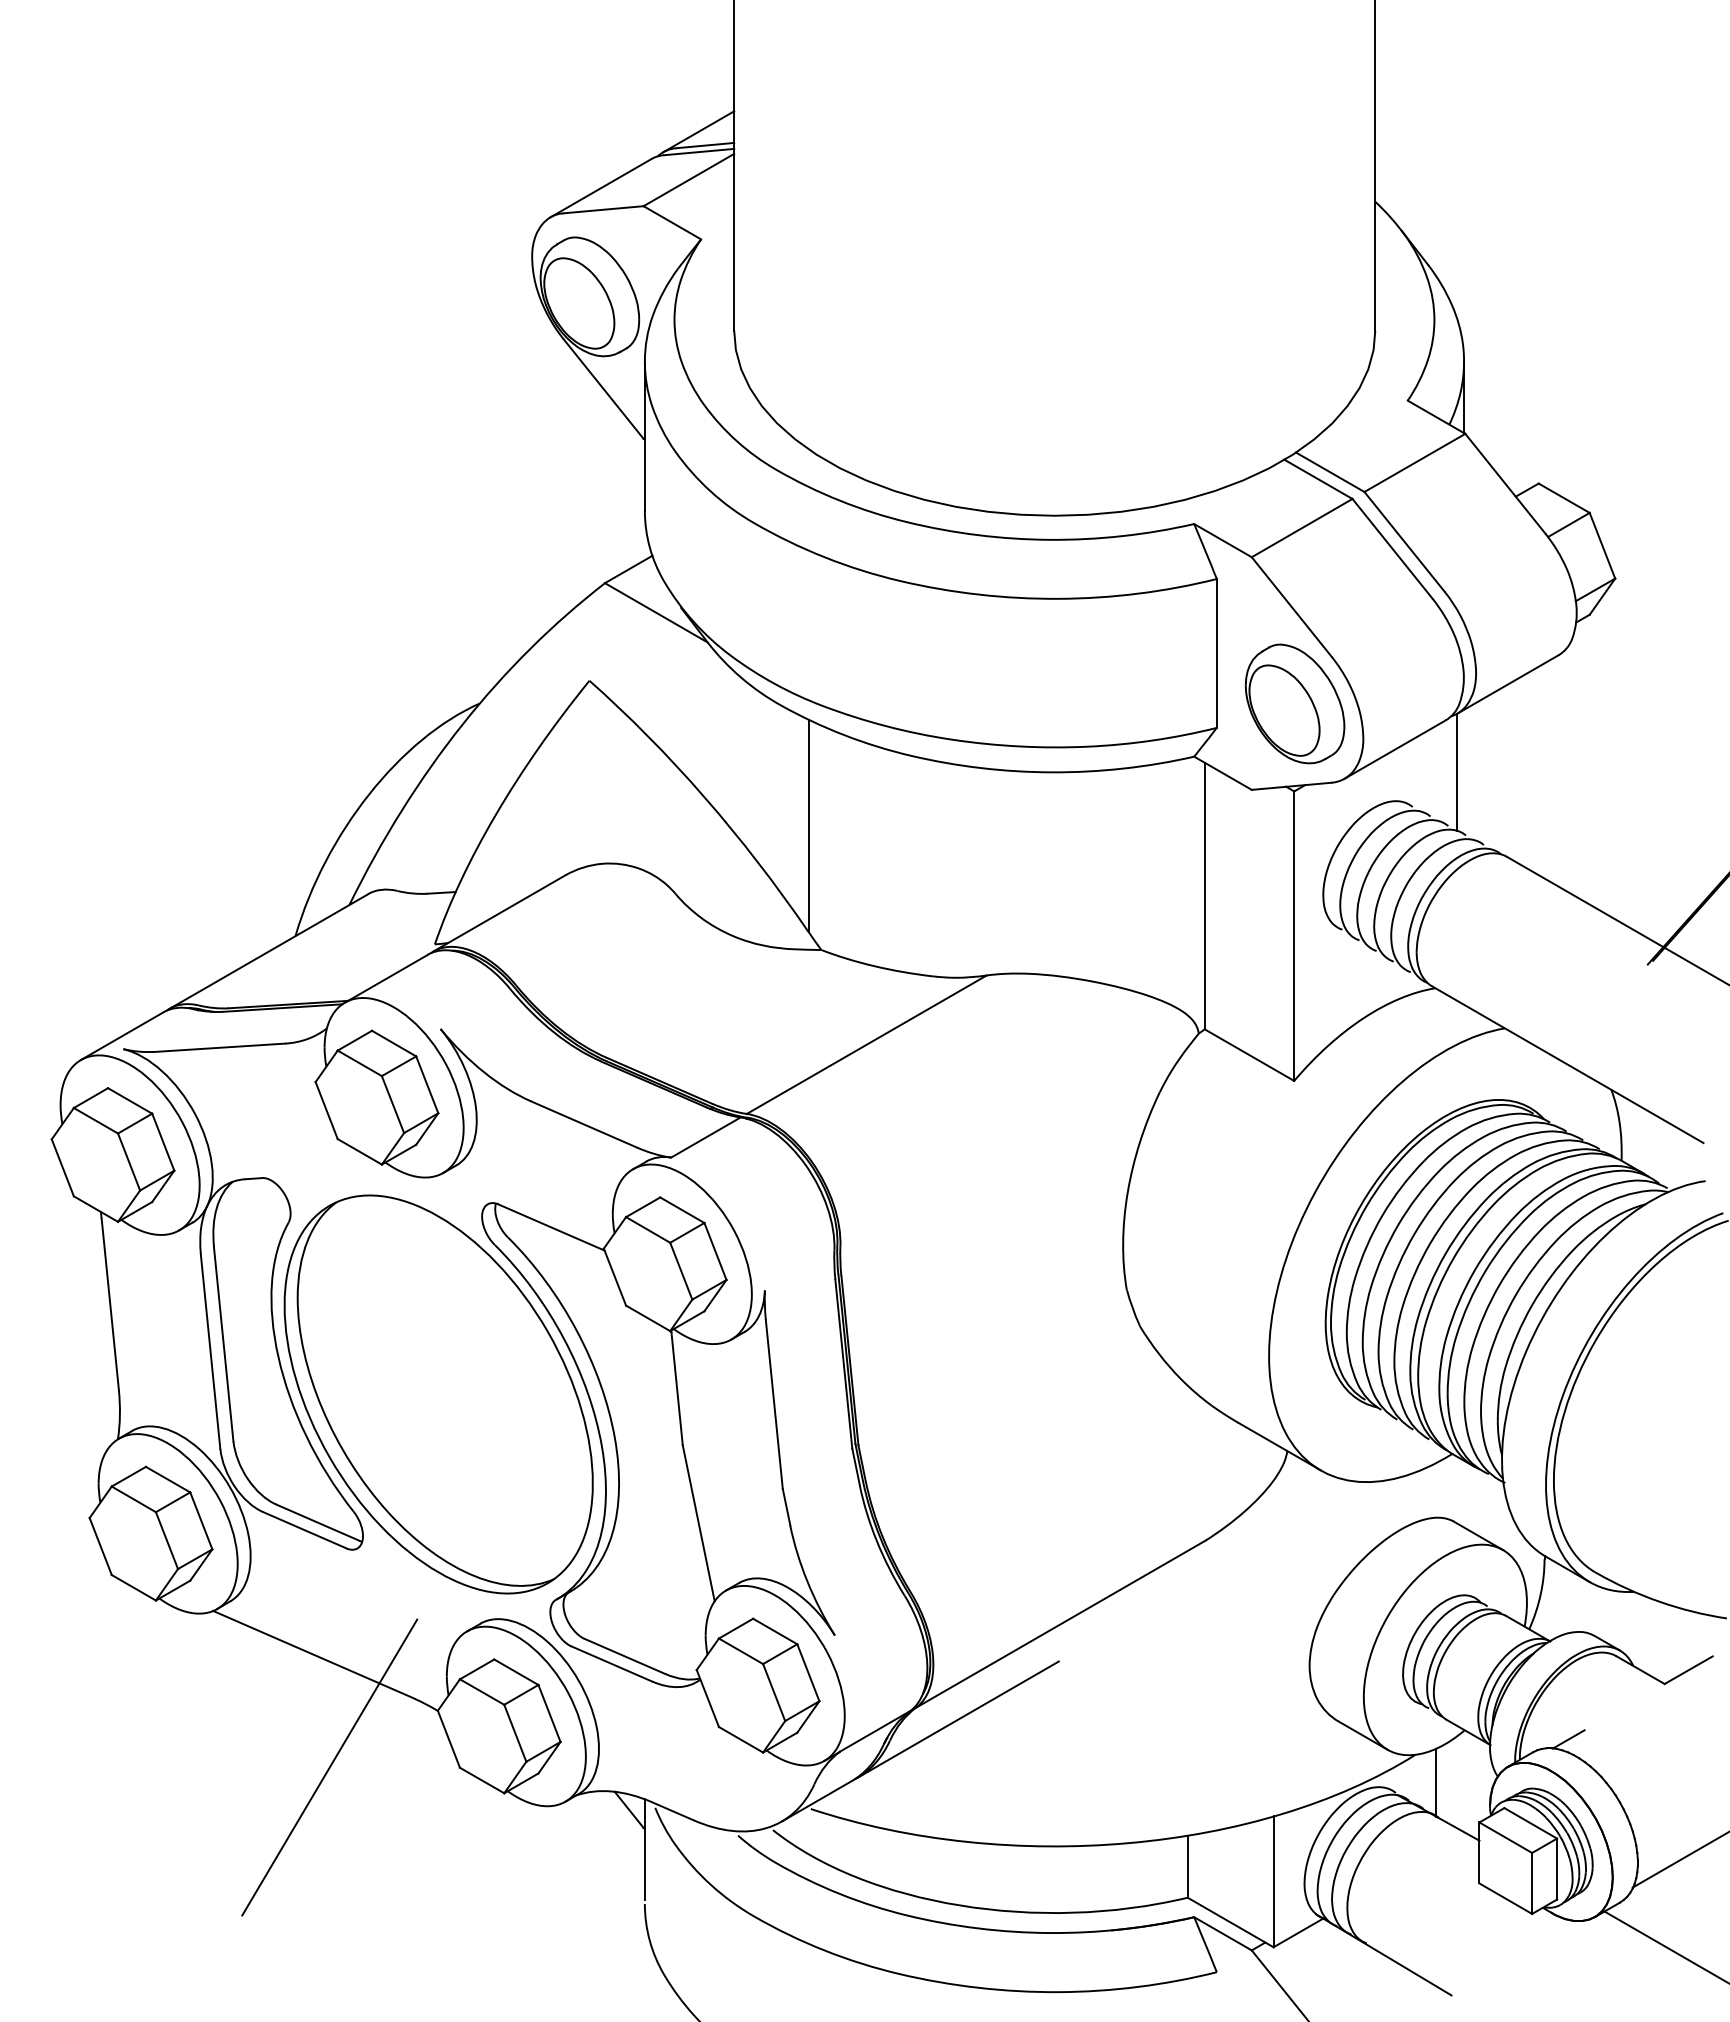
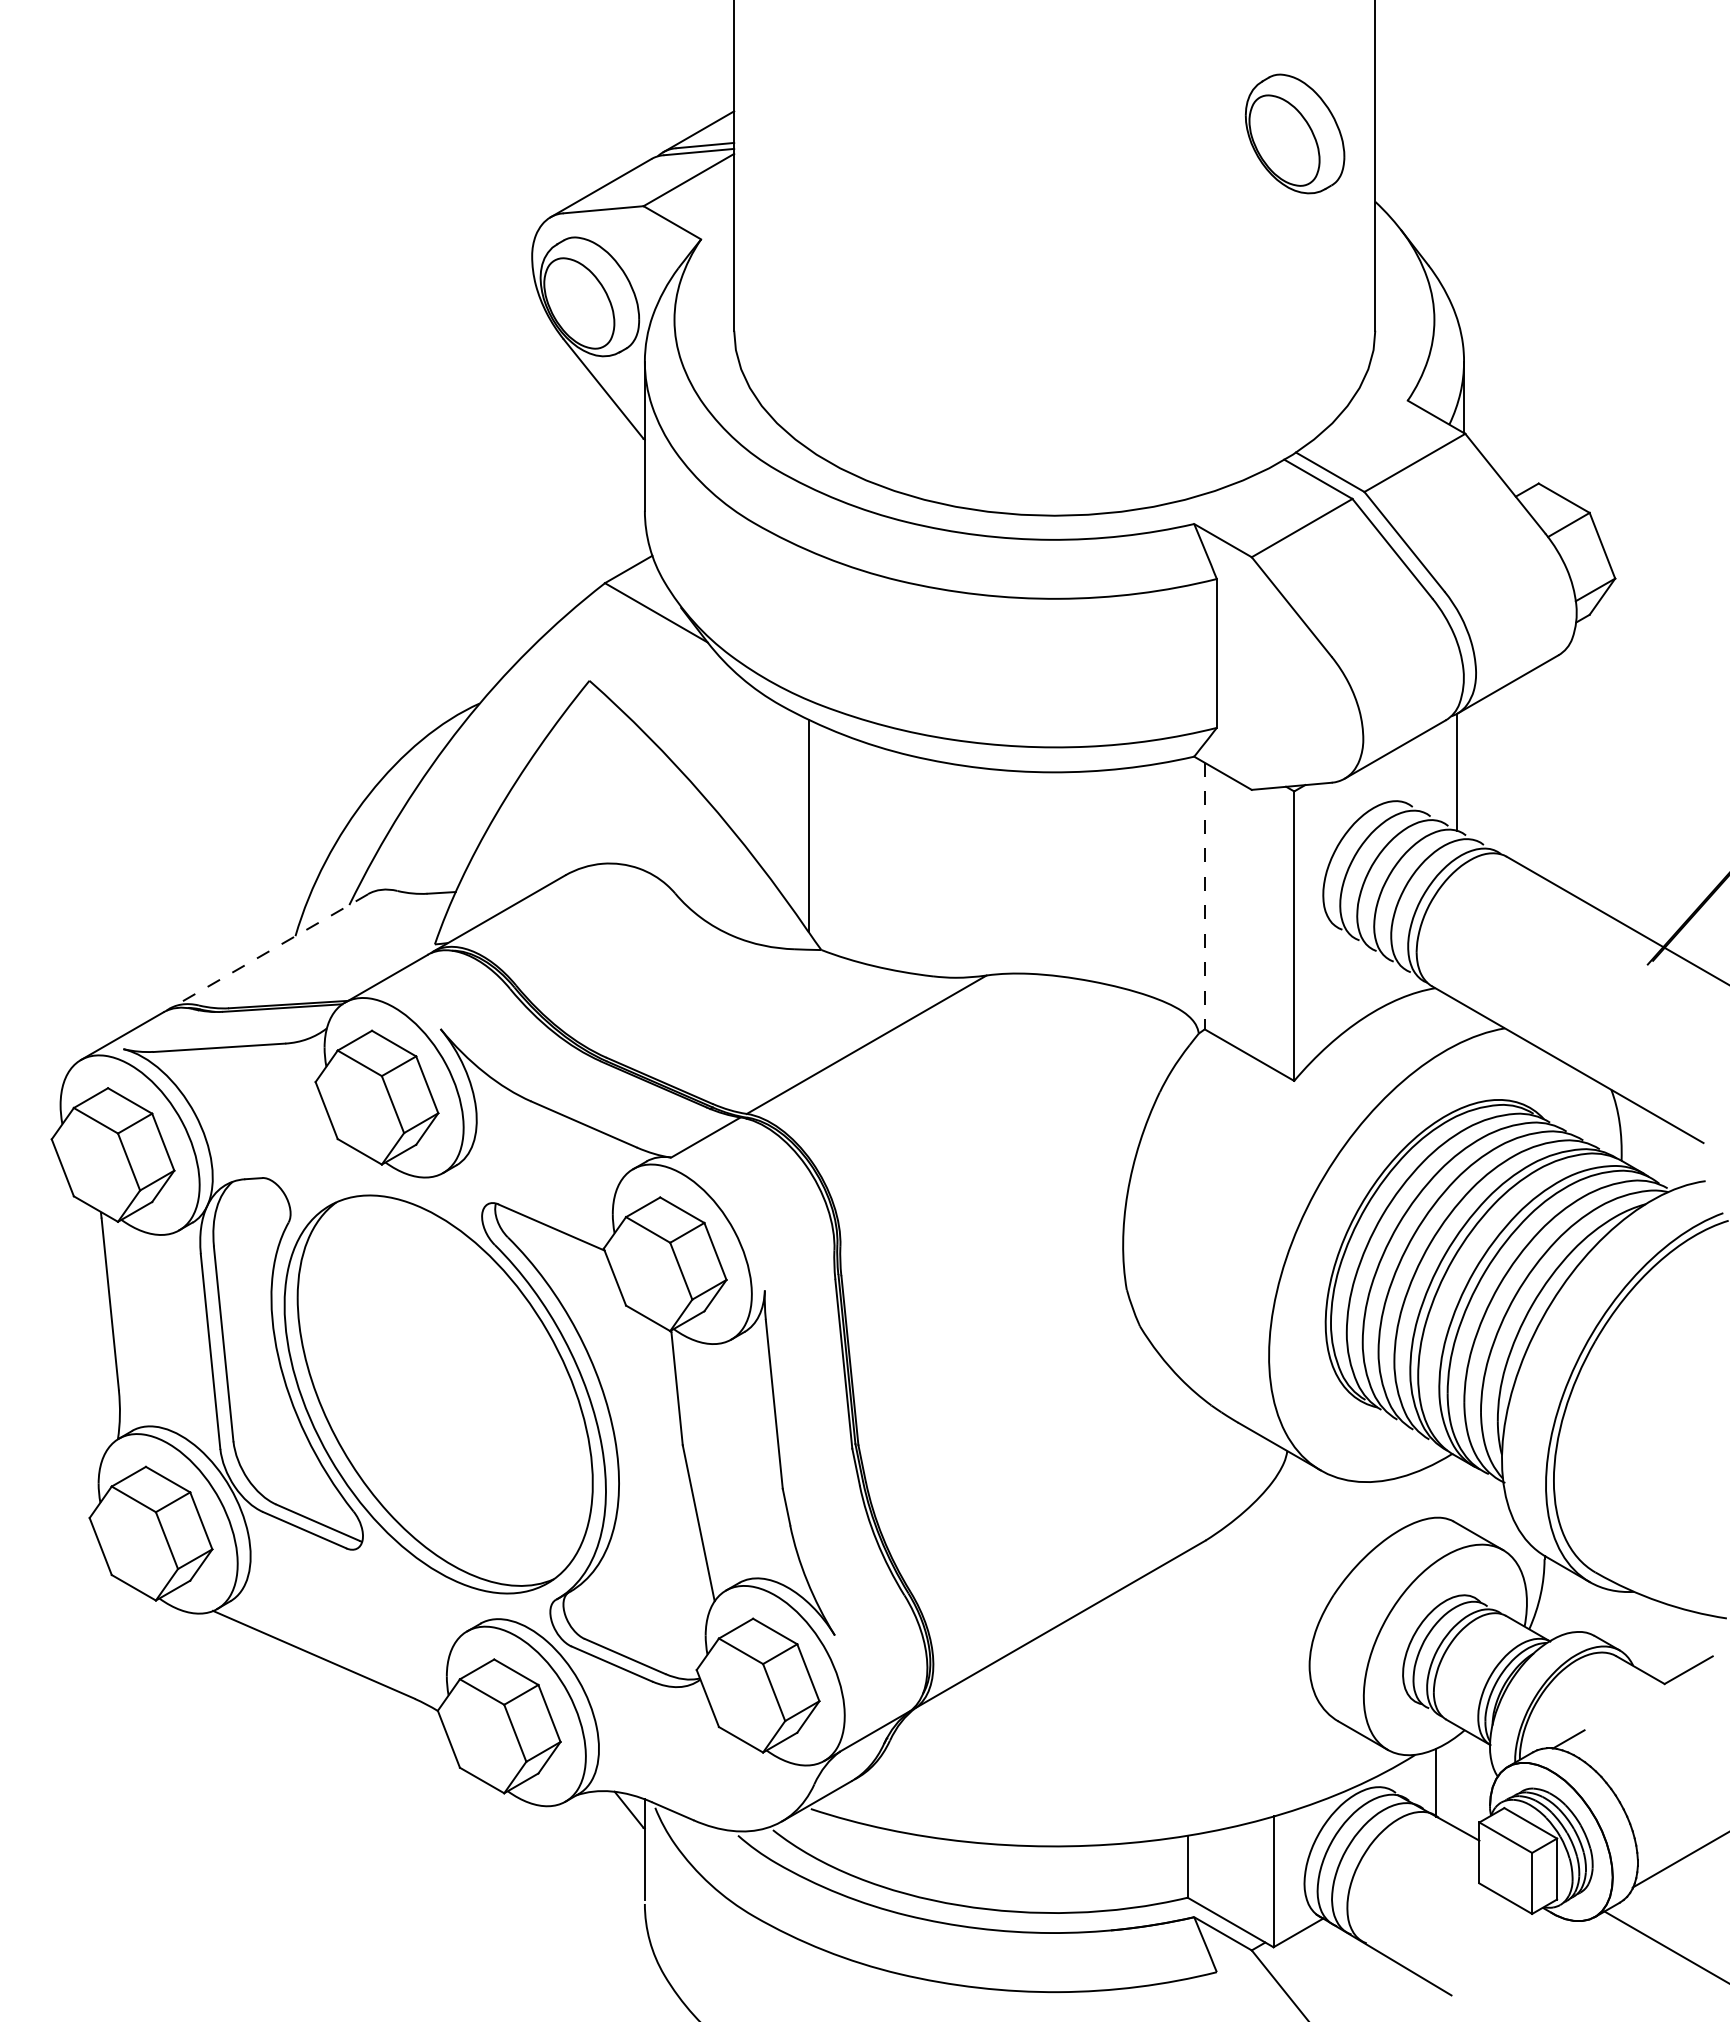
part at (1294, 703) position: (1294, 703) -> (1294, 133)
line at (1204, 896): solid -> dashed
line at (268, 951): solid -> dashed
line at (957, 1719): present -> none
line at (329, 1767): present -> none
